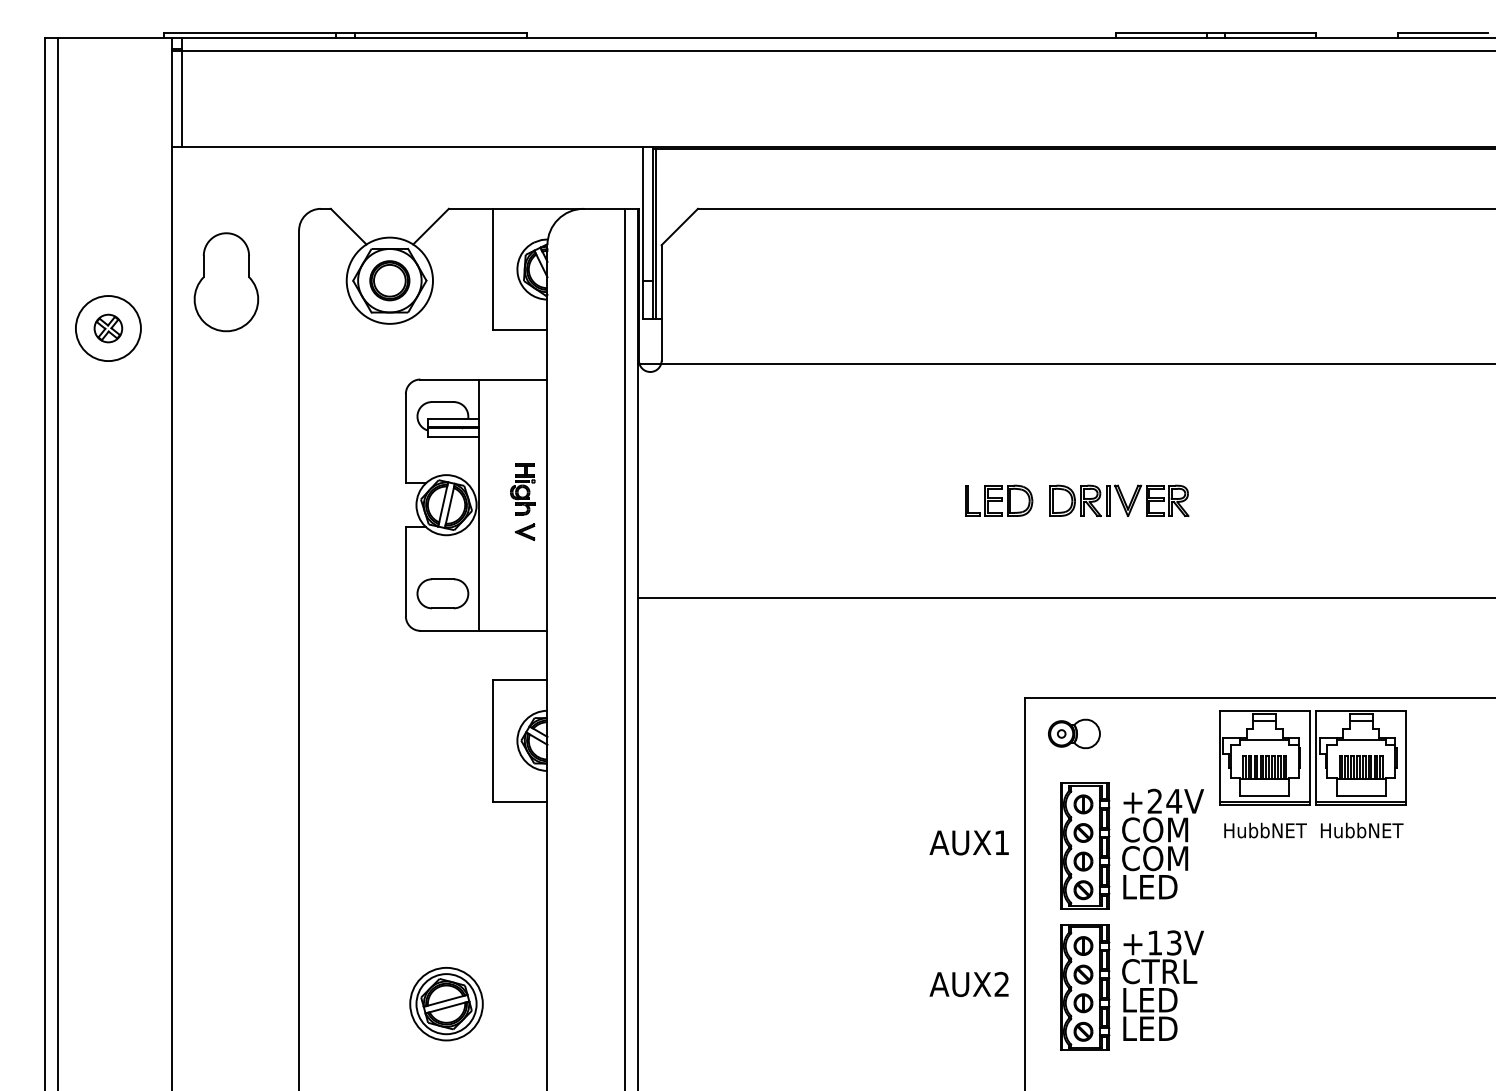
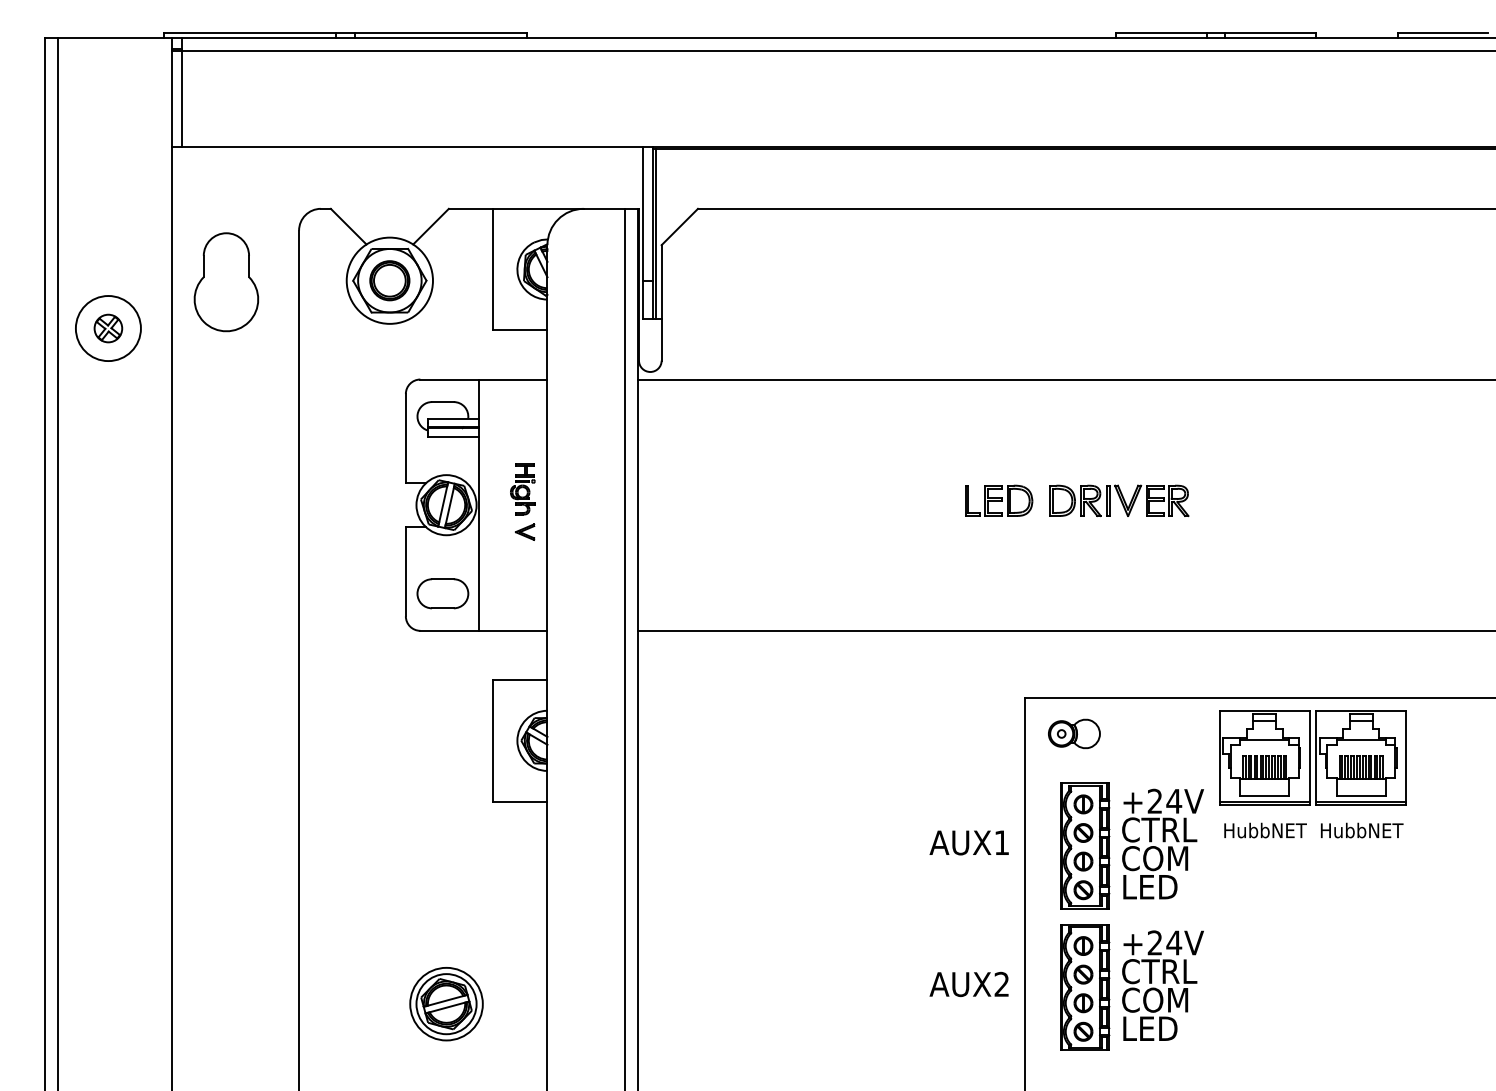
line at (1065, 363) position: (1065, 363) -> (1065, 379)
line at (1065, 597) position: (1065, 597) -> (1065, 630)
text at (1169, 829): COM -> CTRL
text at (1164, 942): +13V -> +24V
text at (1155, 999): LED -> COM
